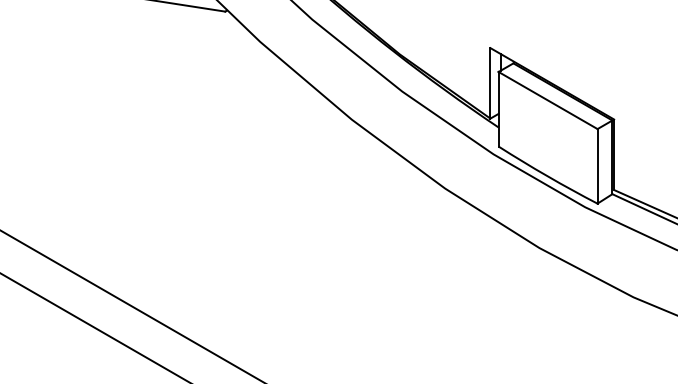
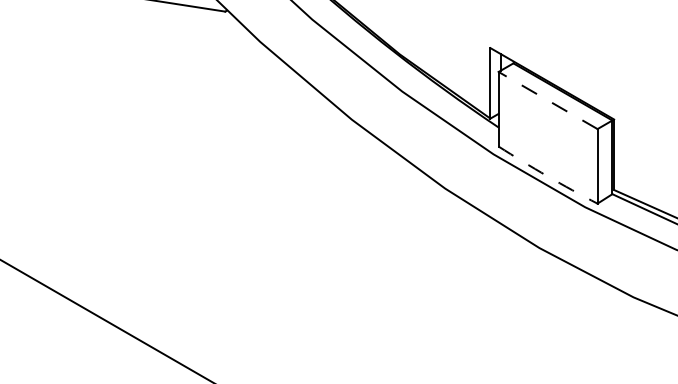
line at (547, 100): solid -> dashed
arc at (547, 176): solid -> dashed
line at (131, 305): present -> none
line at (94, 327) position: (94, 327) -> (106, 320)
